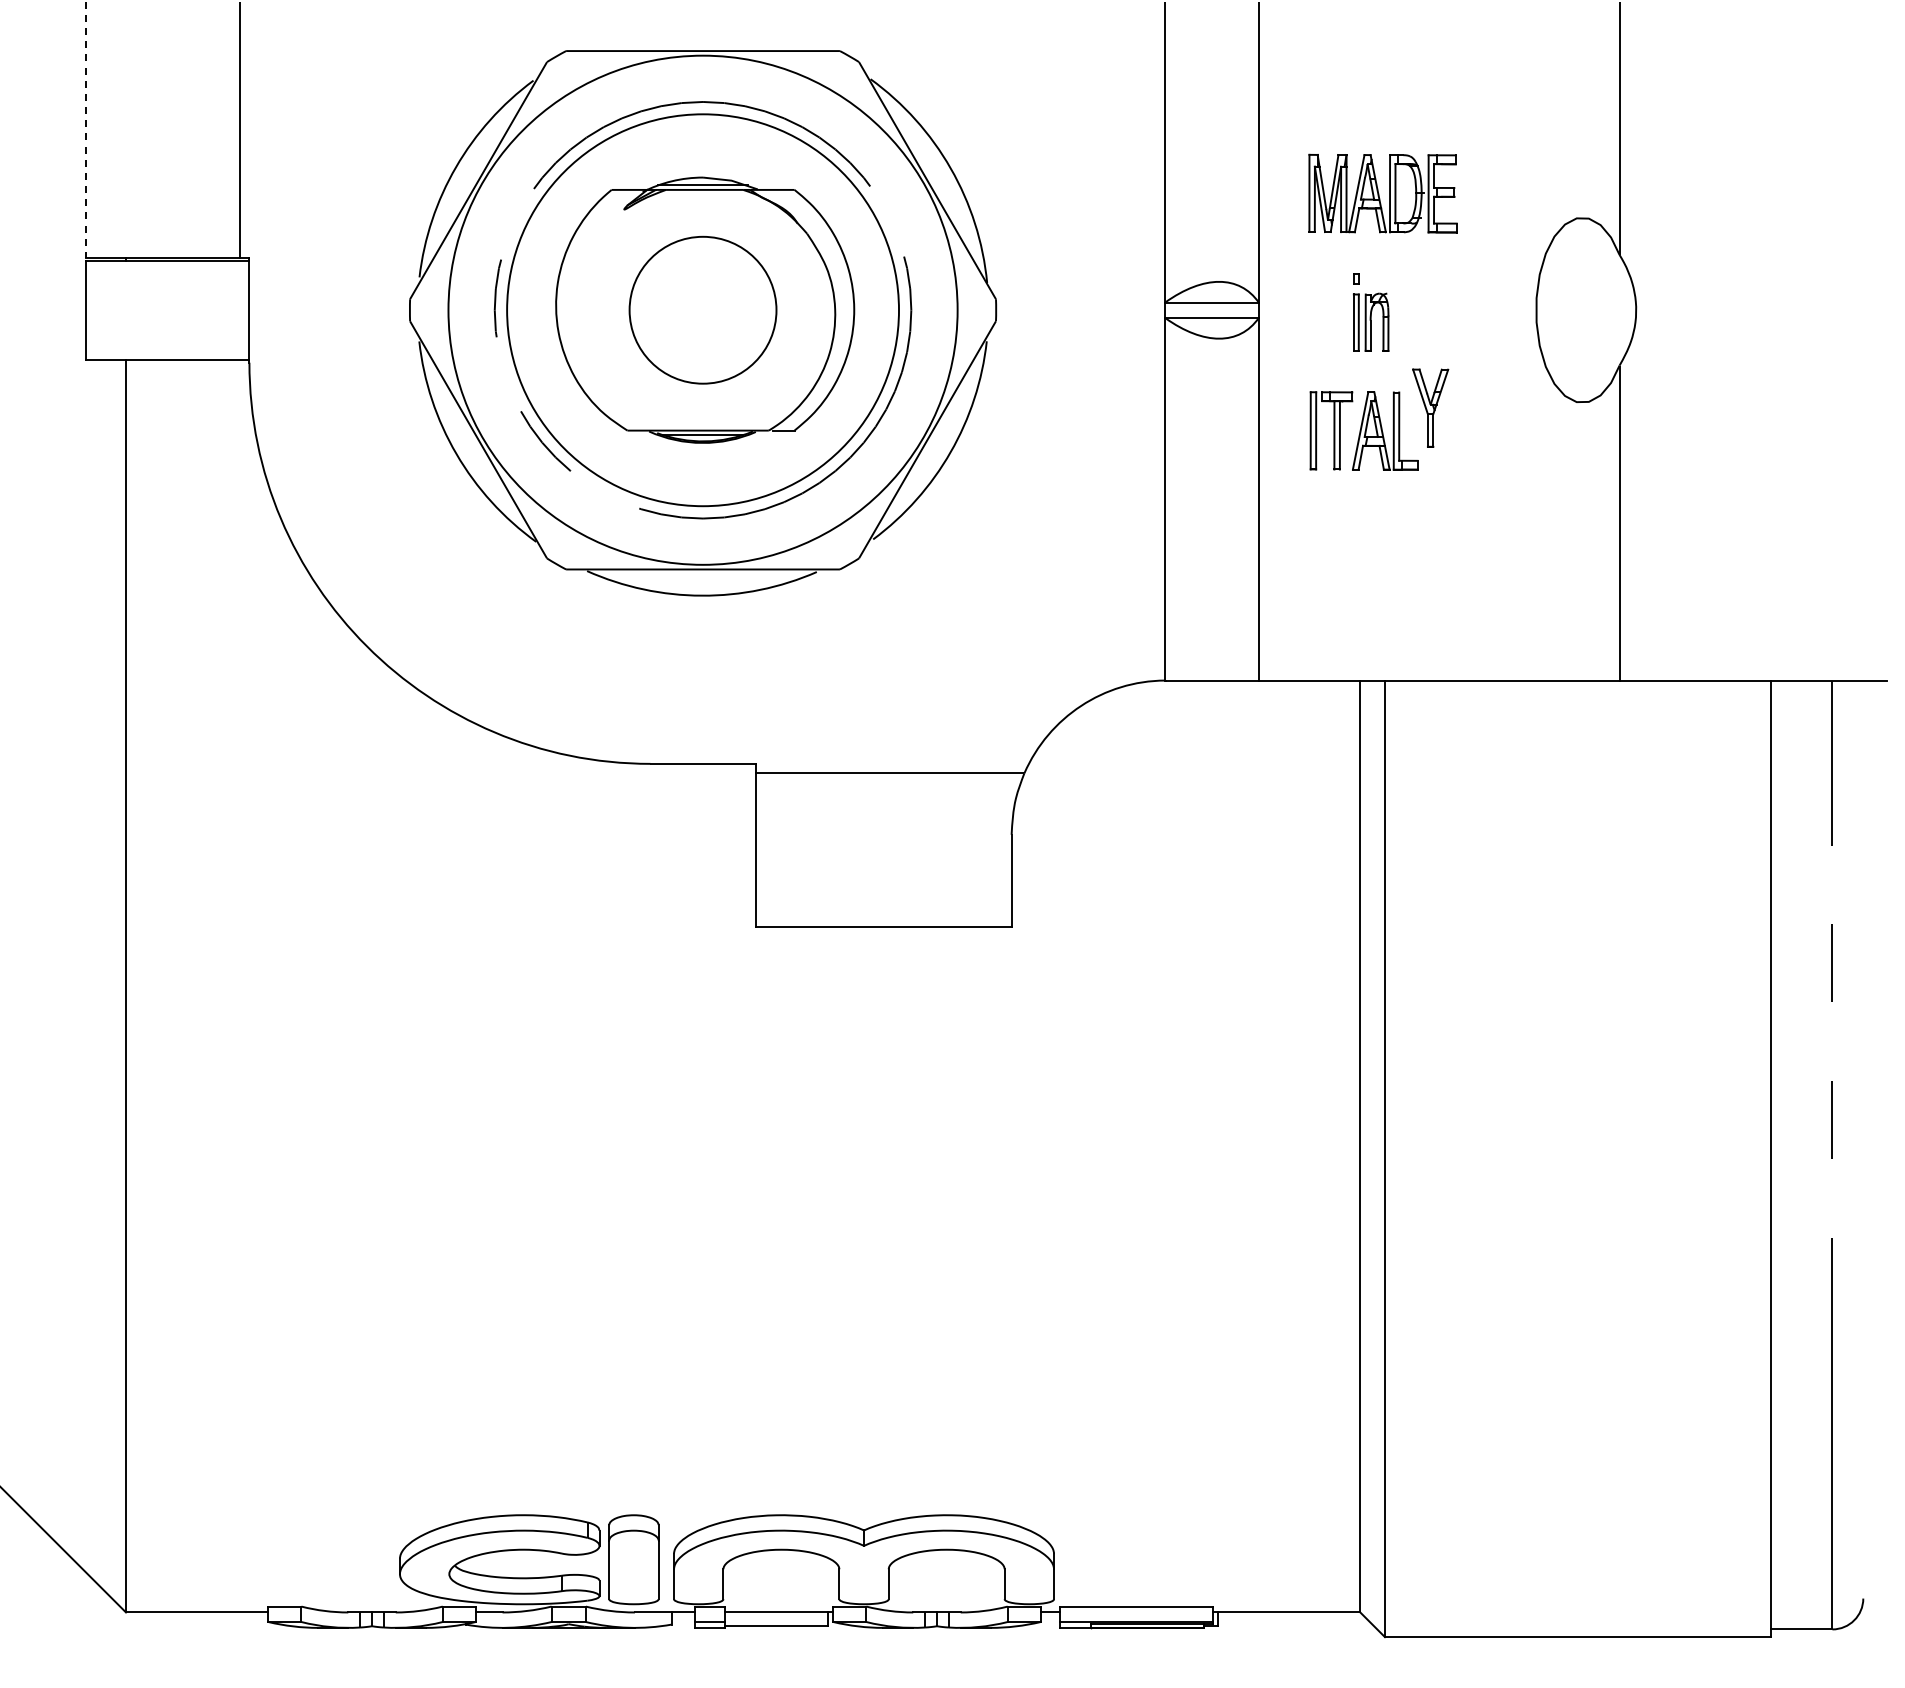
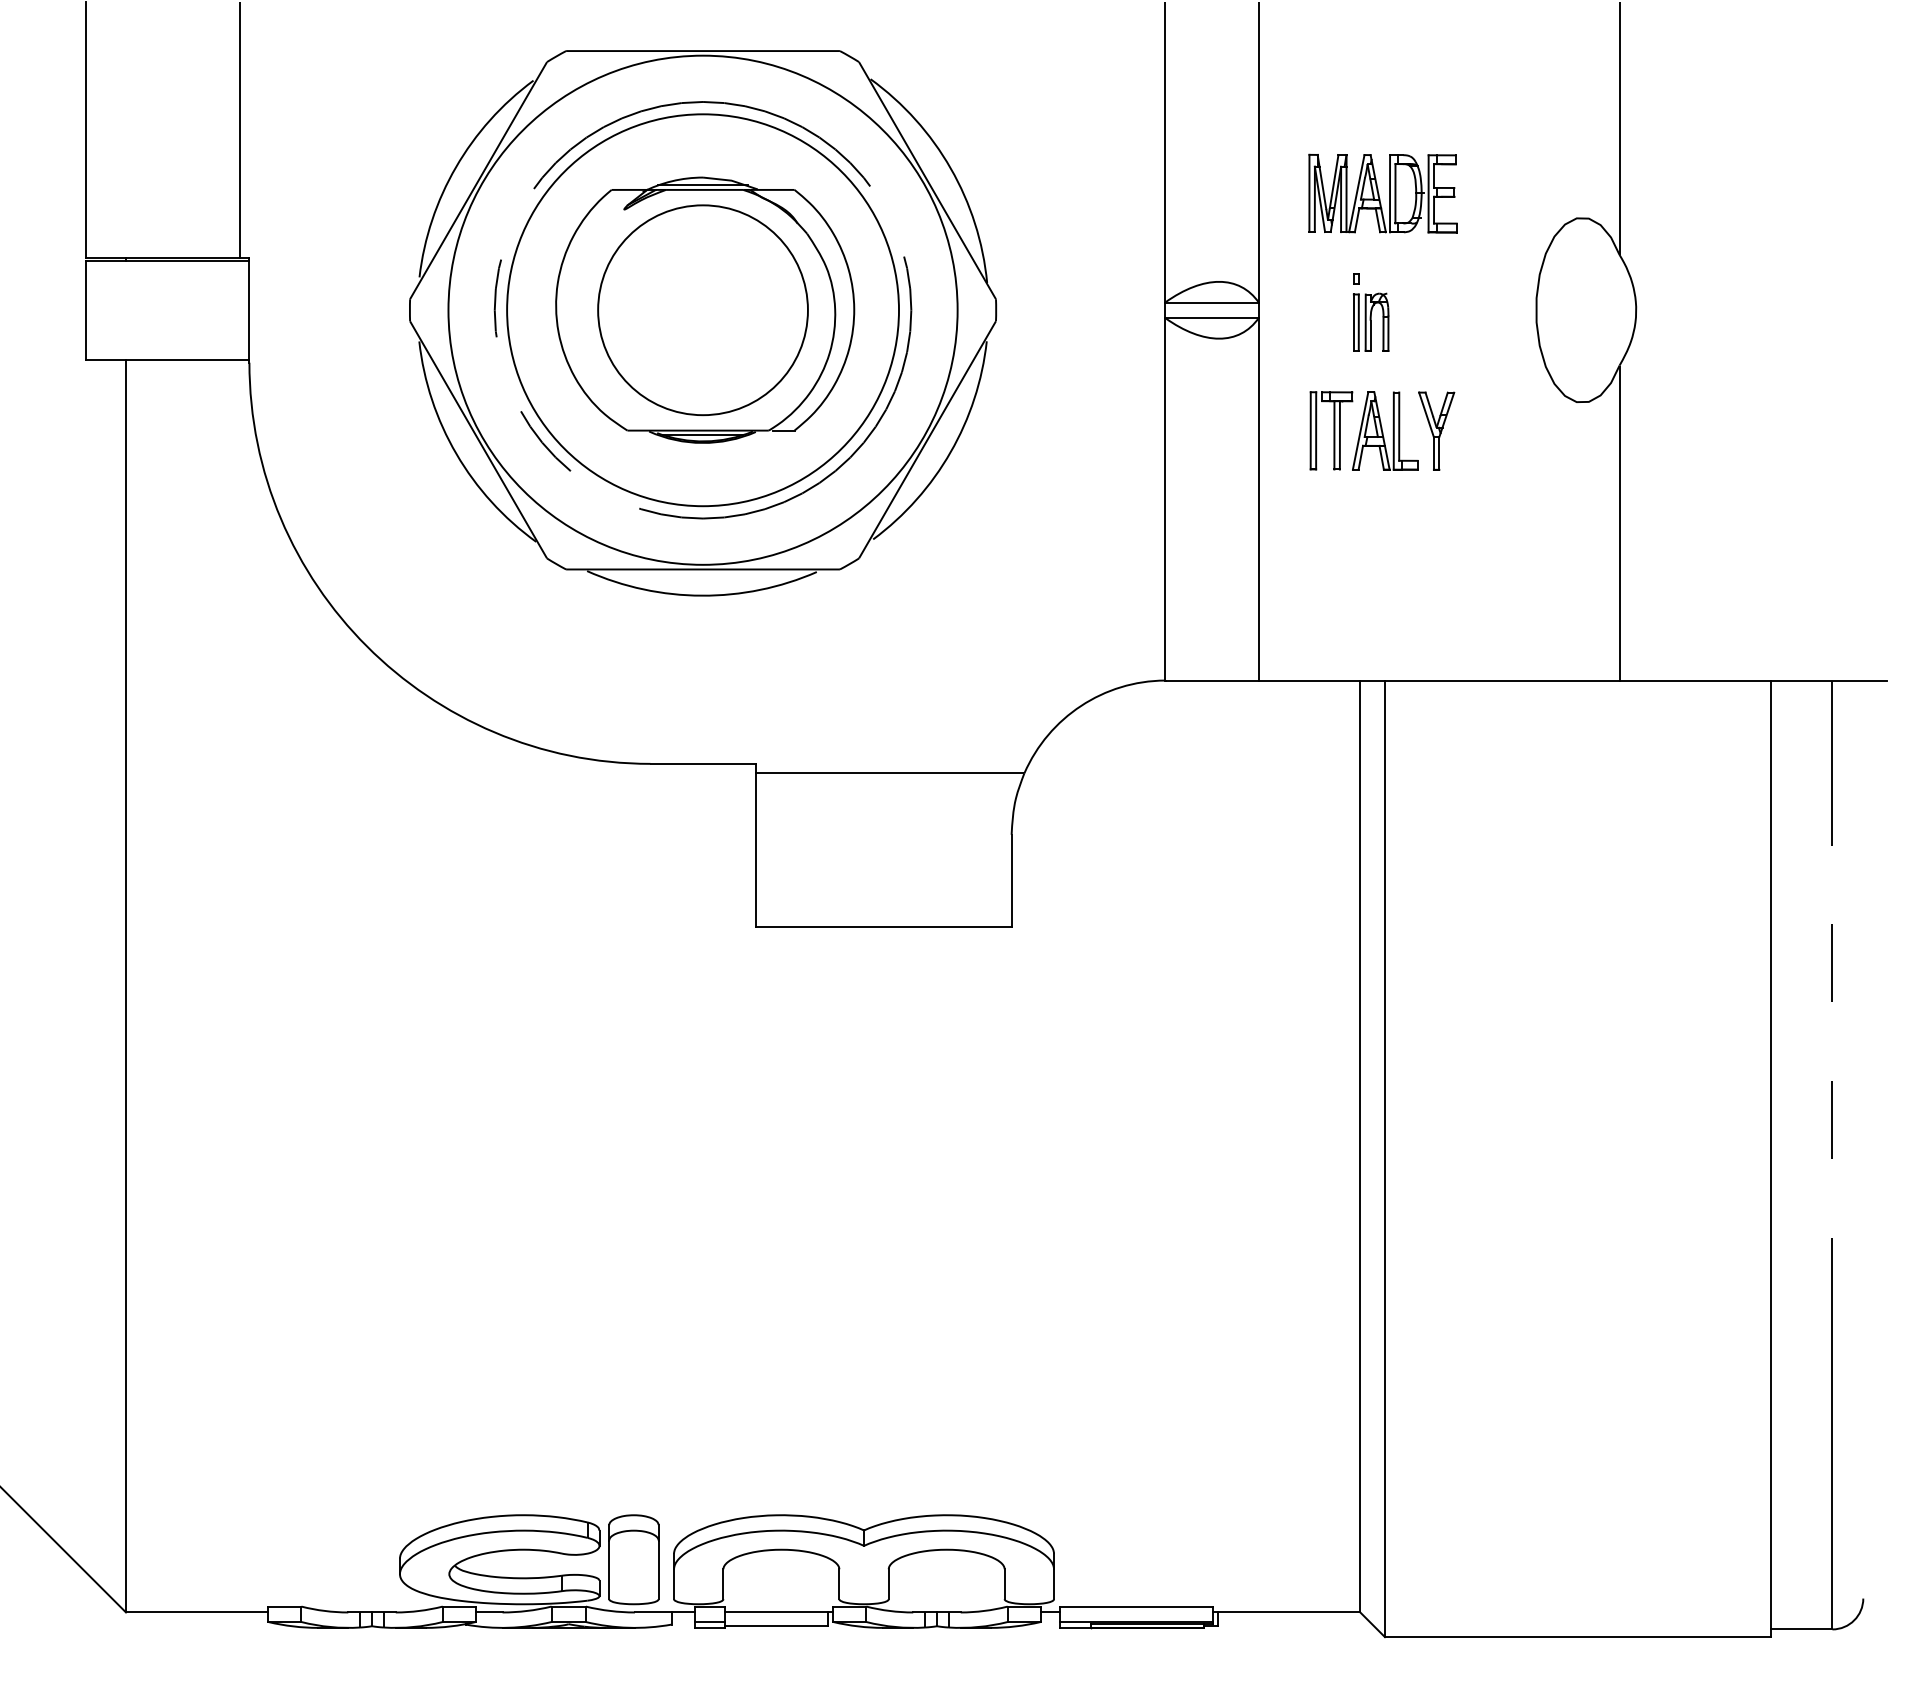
line at (85, 130): dashed -> solid
circle at (702, 309) diameter: 147 px -> 210 px
part at (1430, 407) position: (1430, 407) -> (1436, 430)
